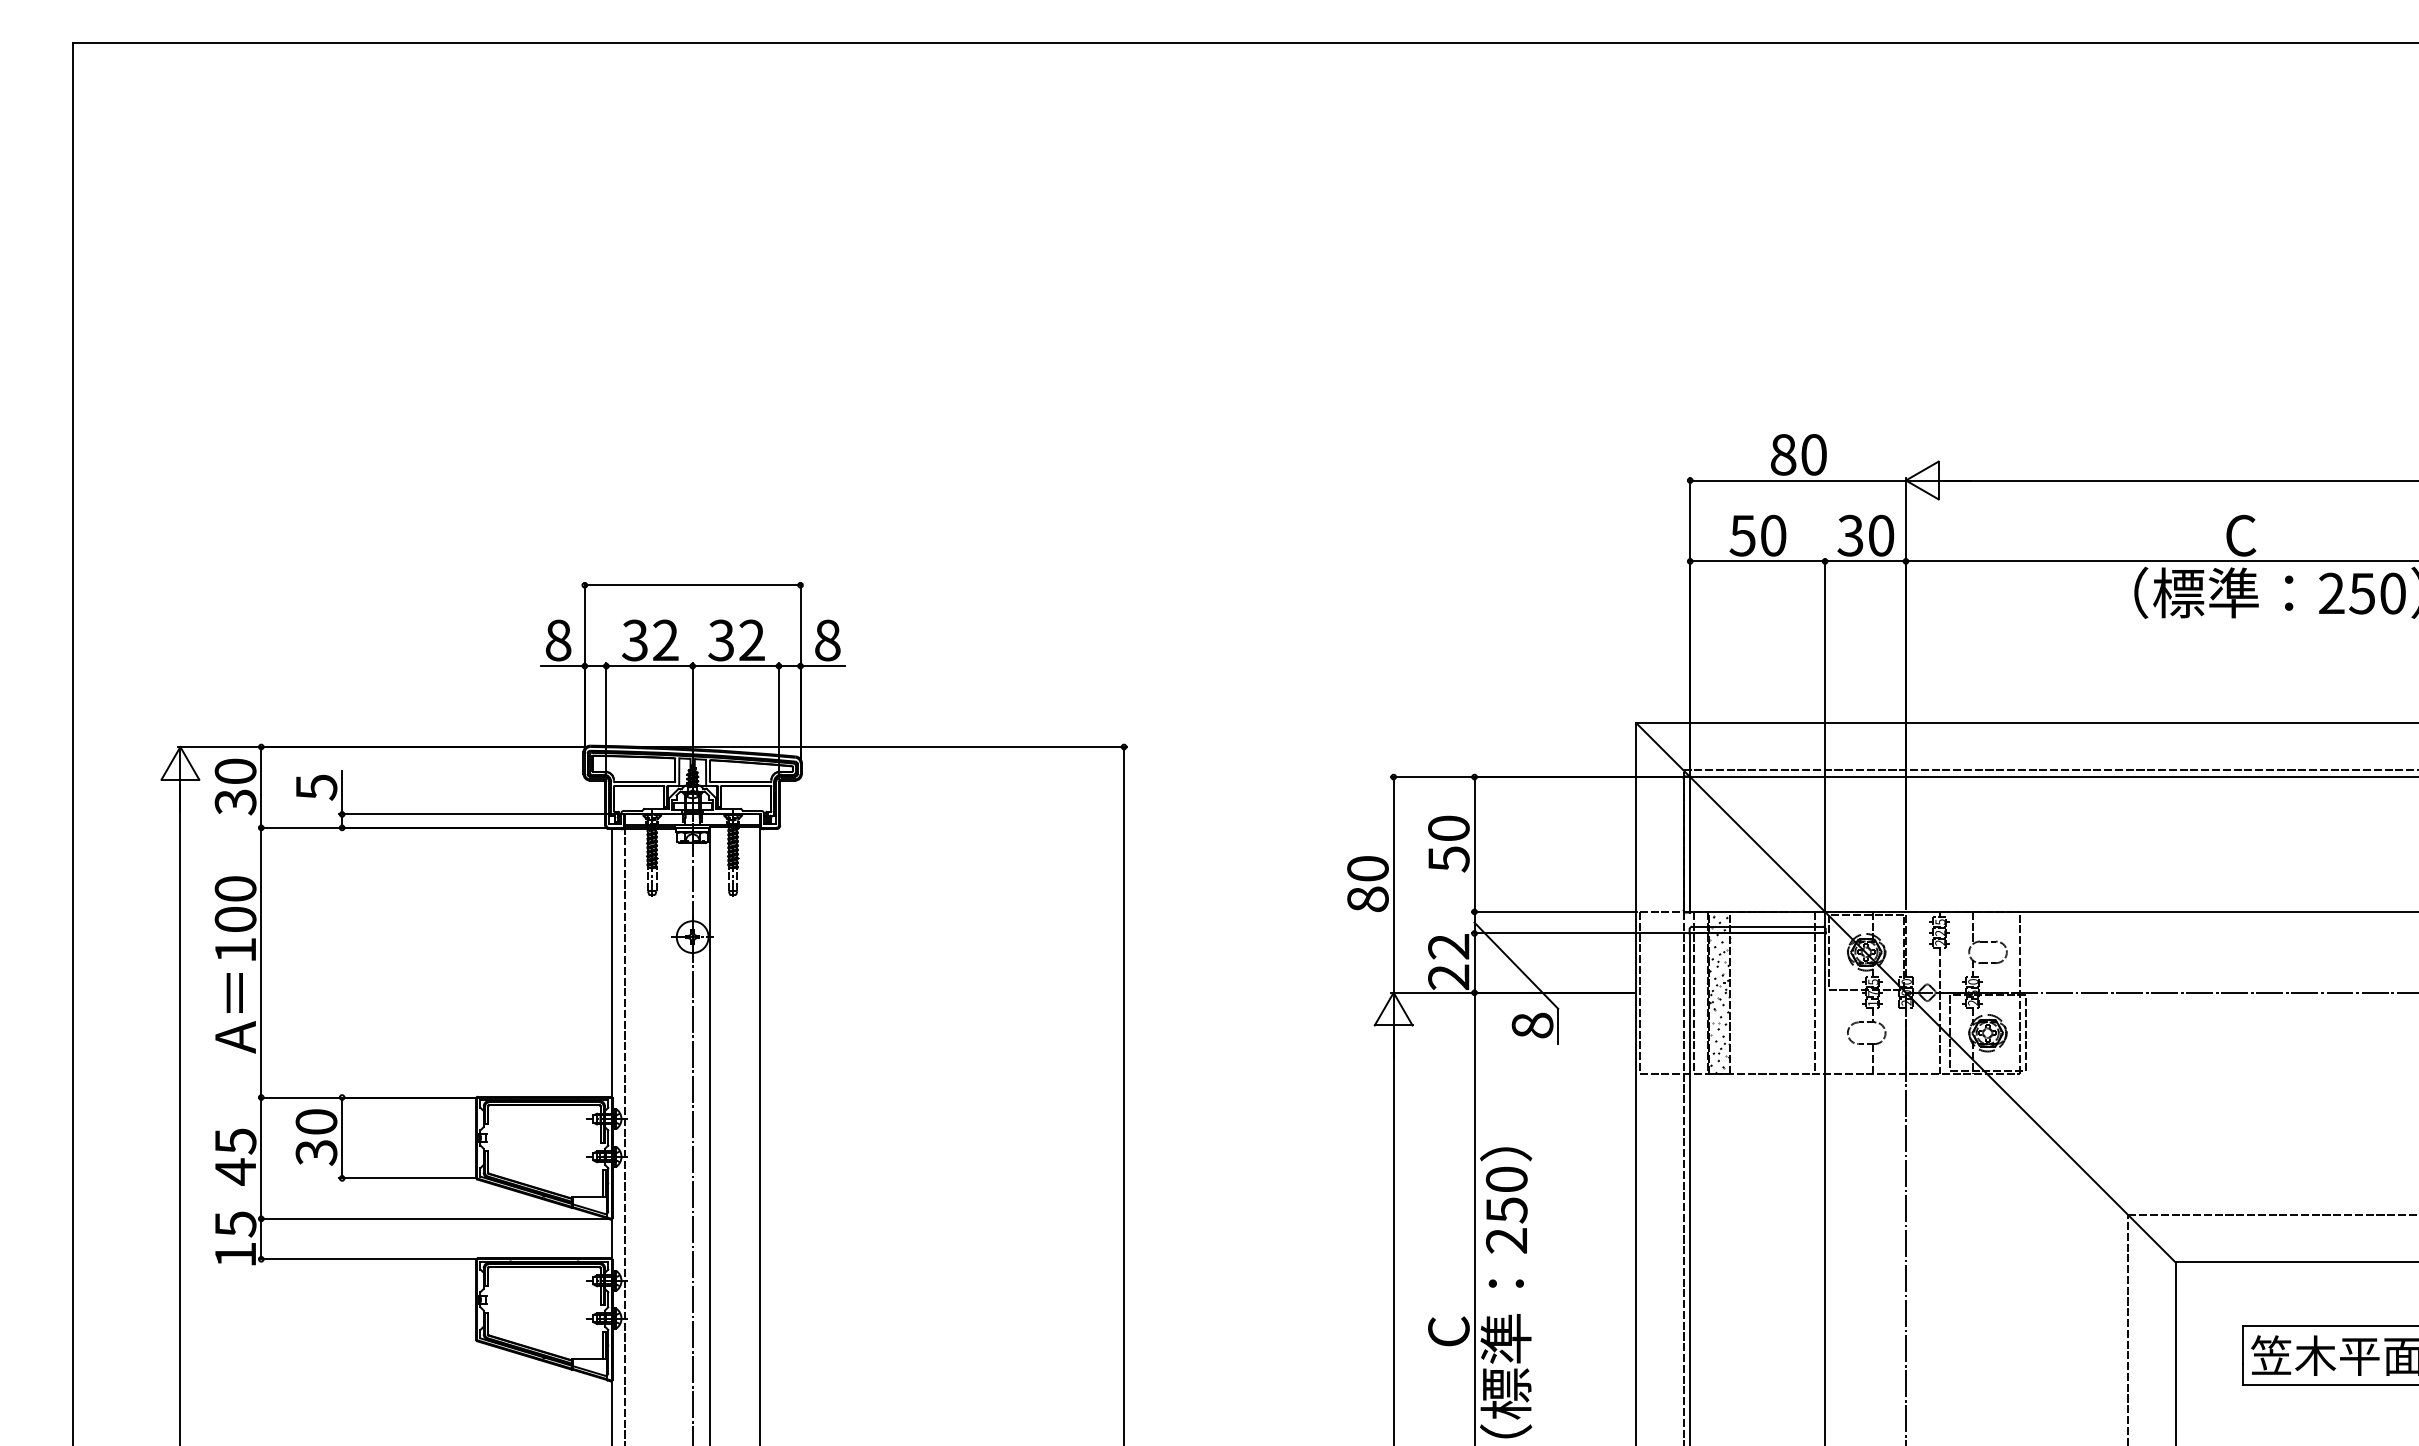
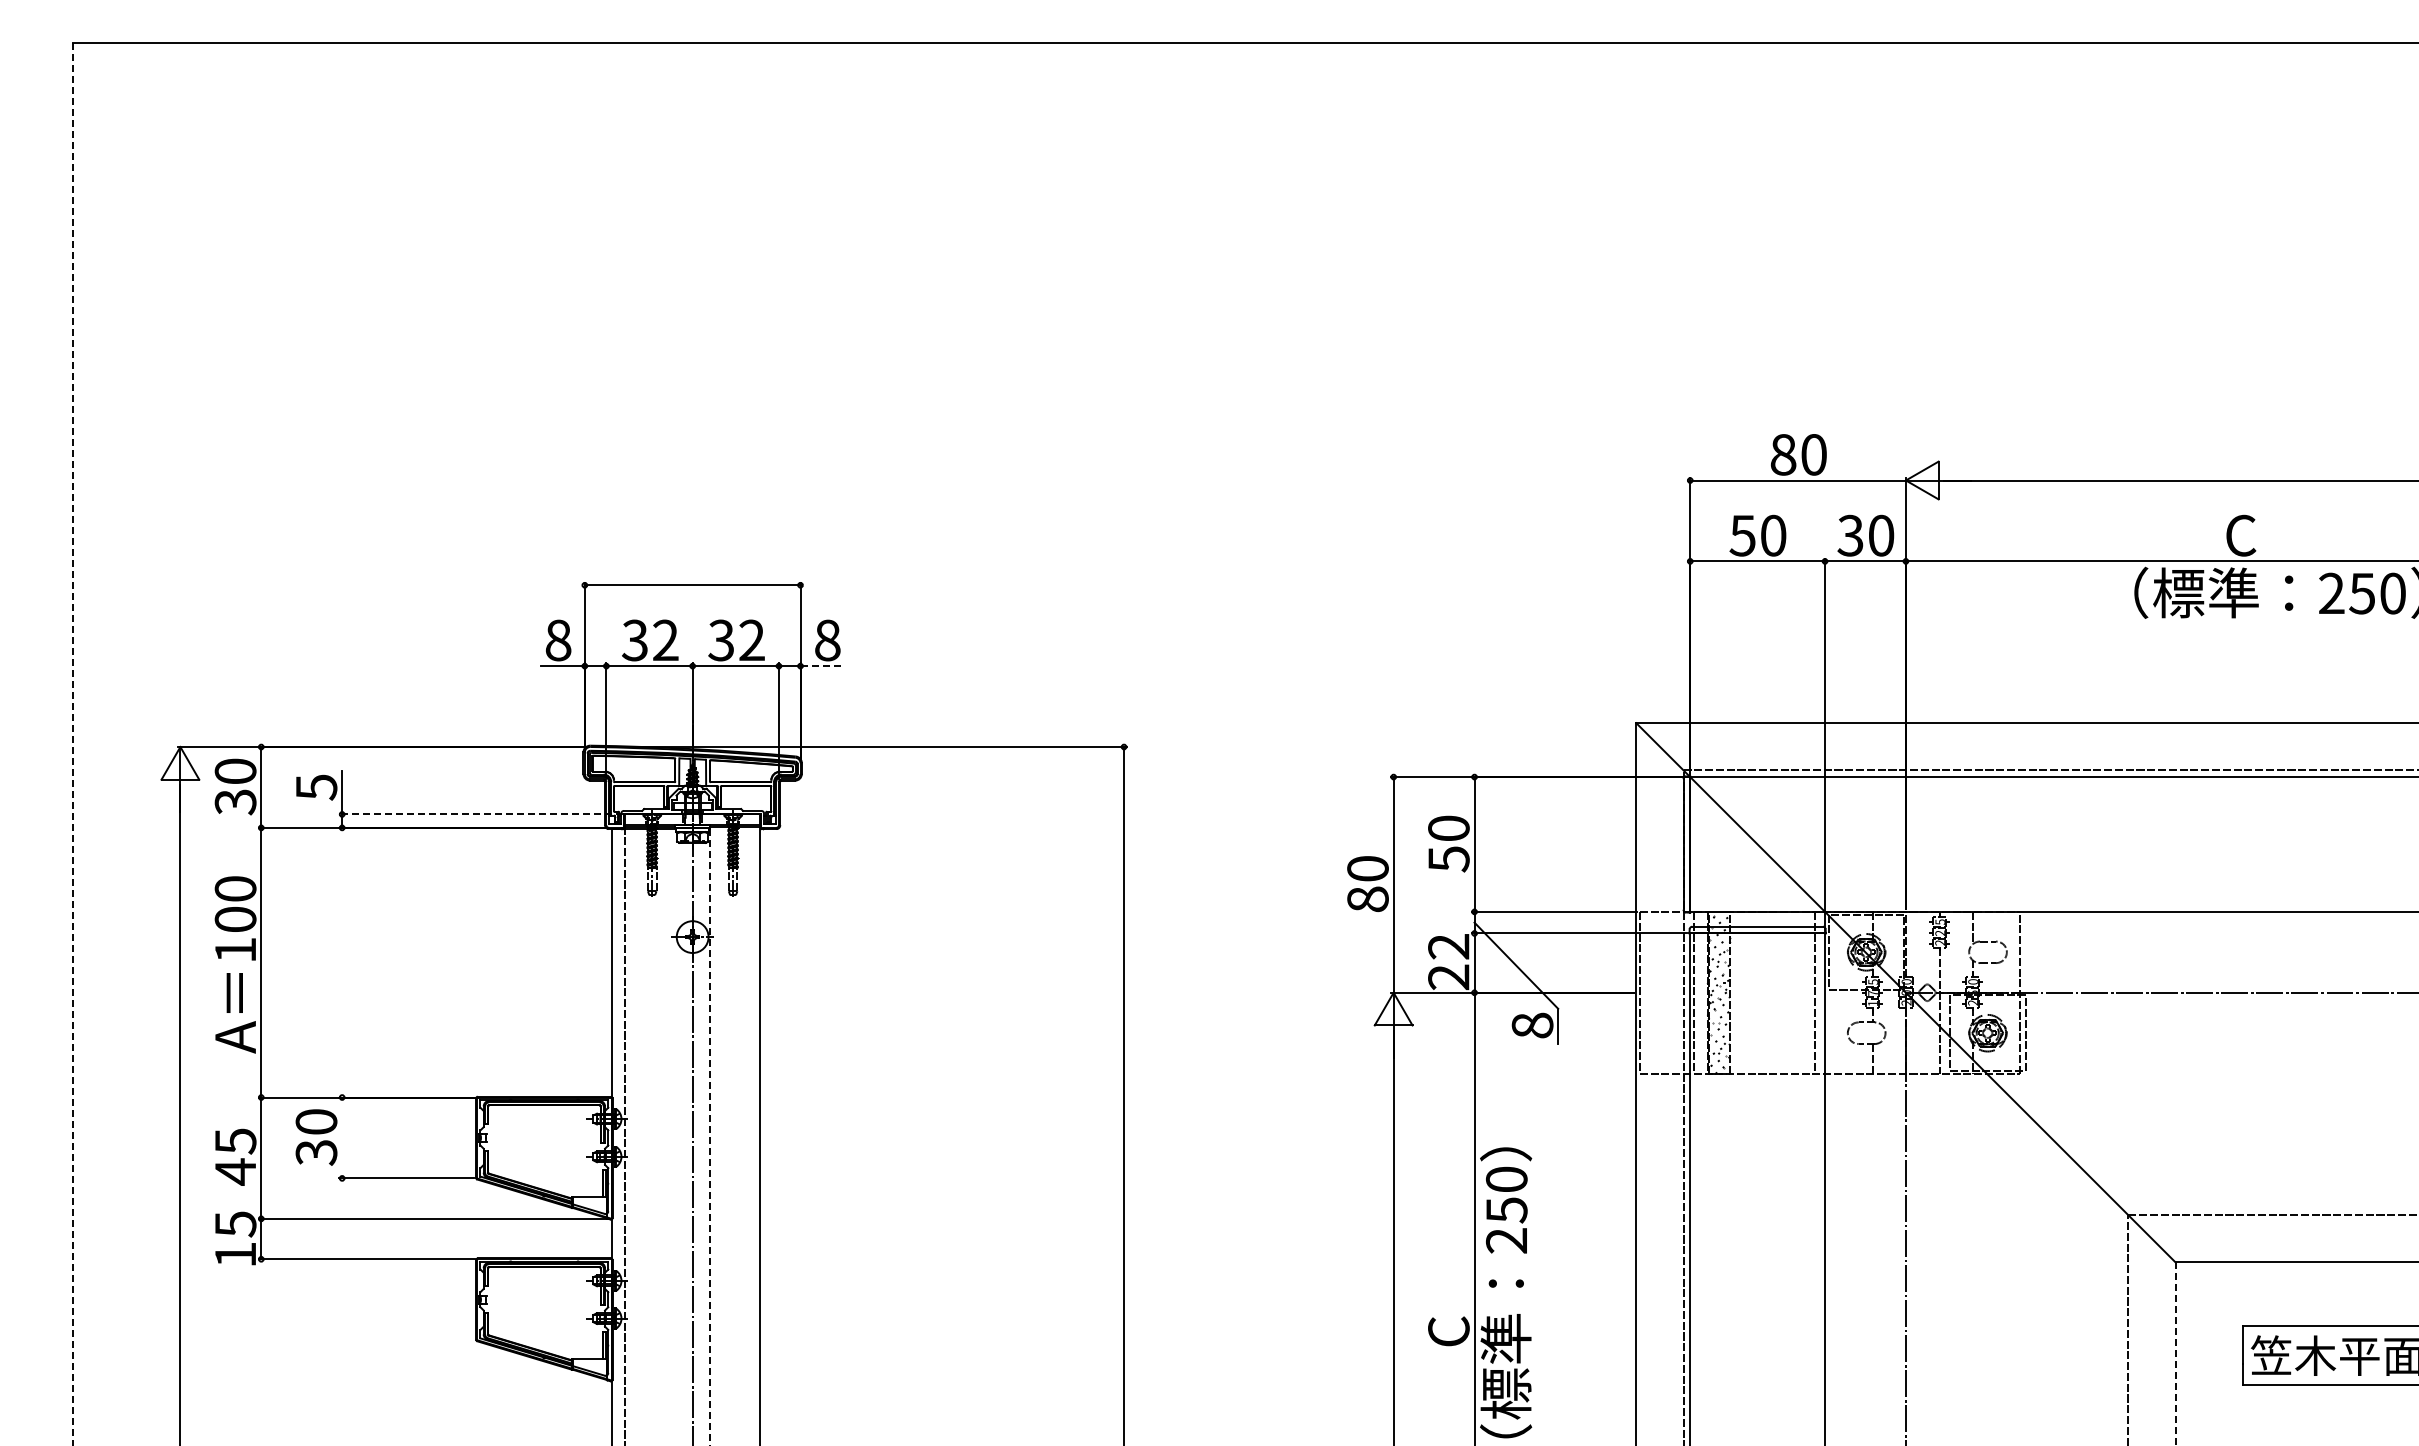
line at (823, 666): solid -> dashed
line at (72, 744): solid -> dashed
line at (481, 814): solid -> dashed
line at (342, 1137): present -> none
line at (710, 1137): solid -> dashed
line at (2175, 1354): solid -> dashed
